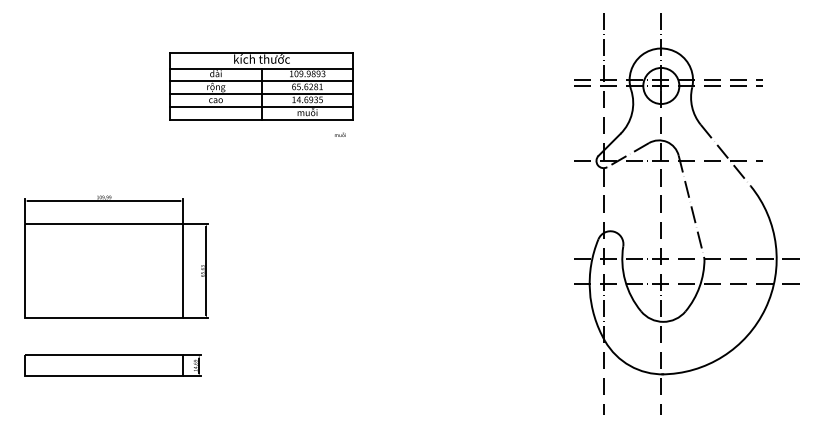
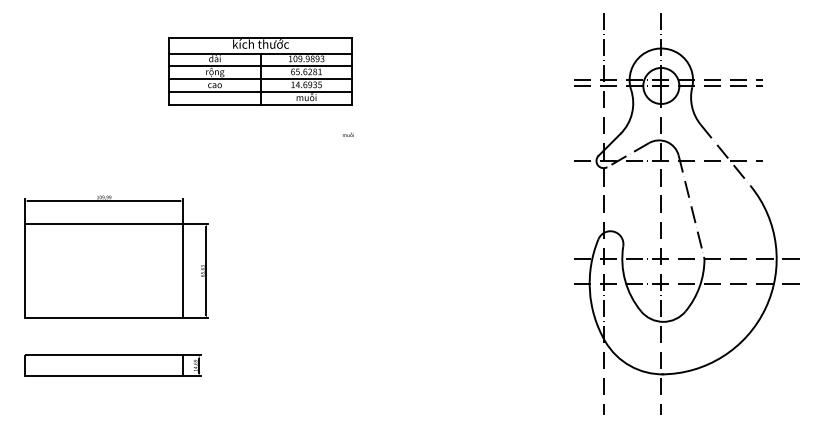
part at (261, 86) position: (261, 86) -> (260, 71)
text at (340, 134) position: (340, 134) -> (348, 134)
